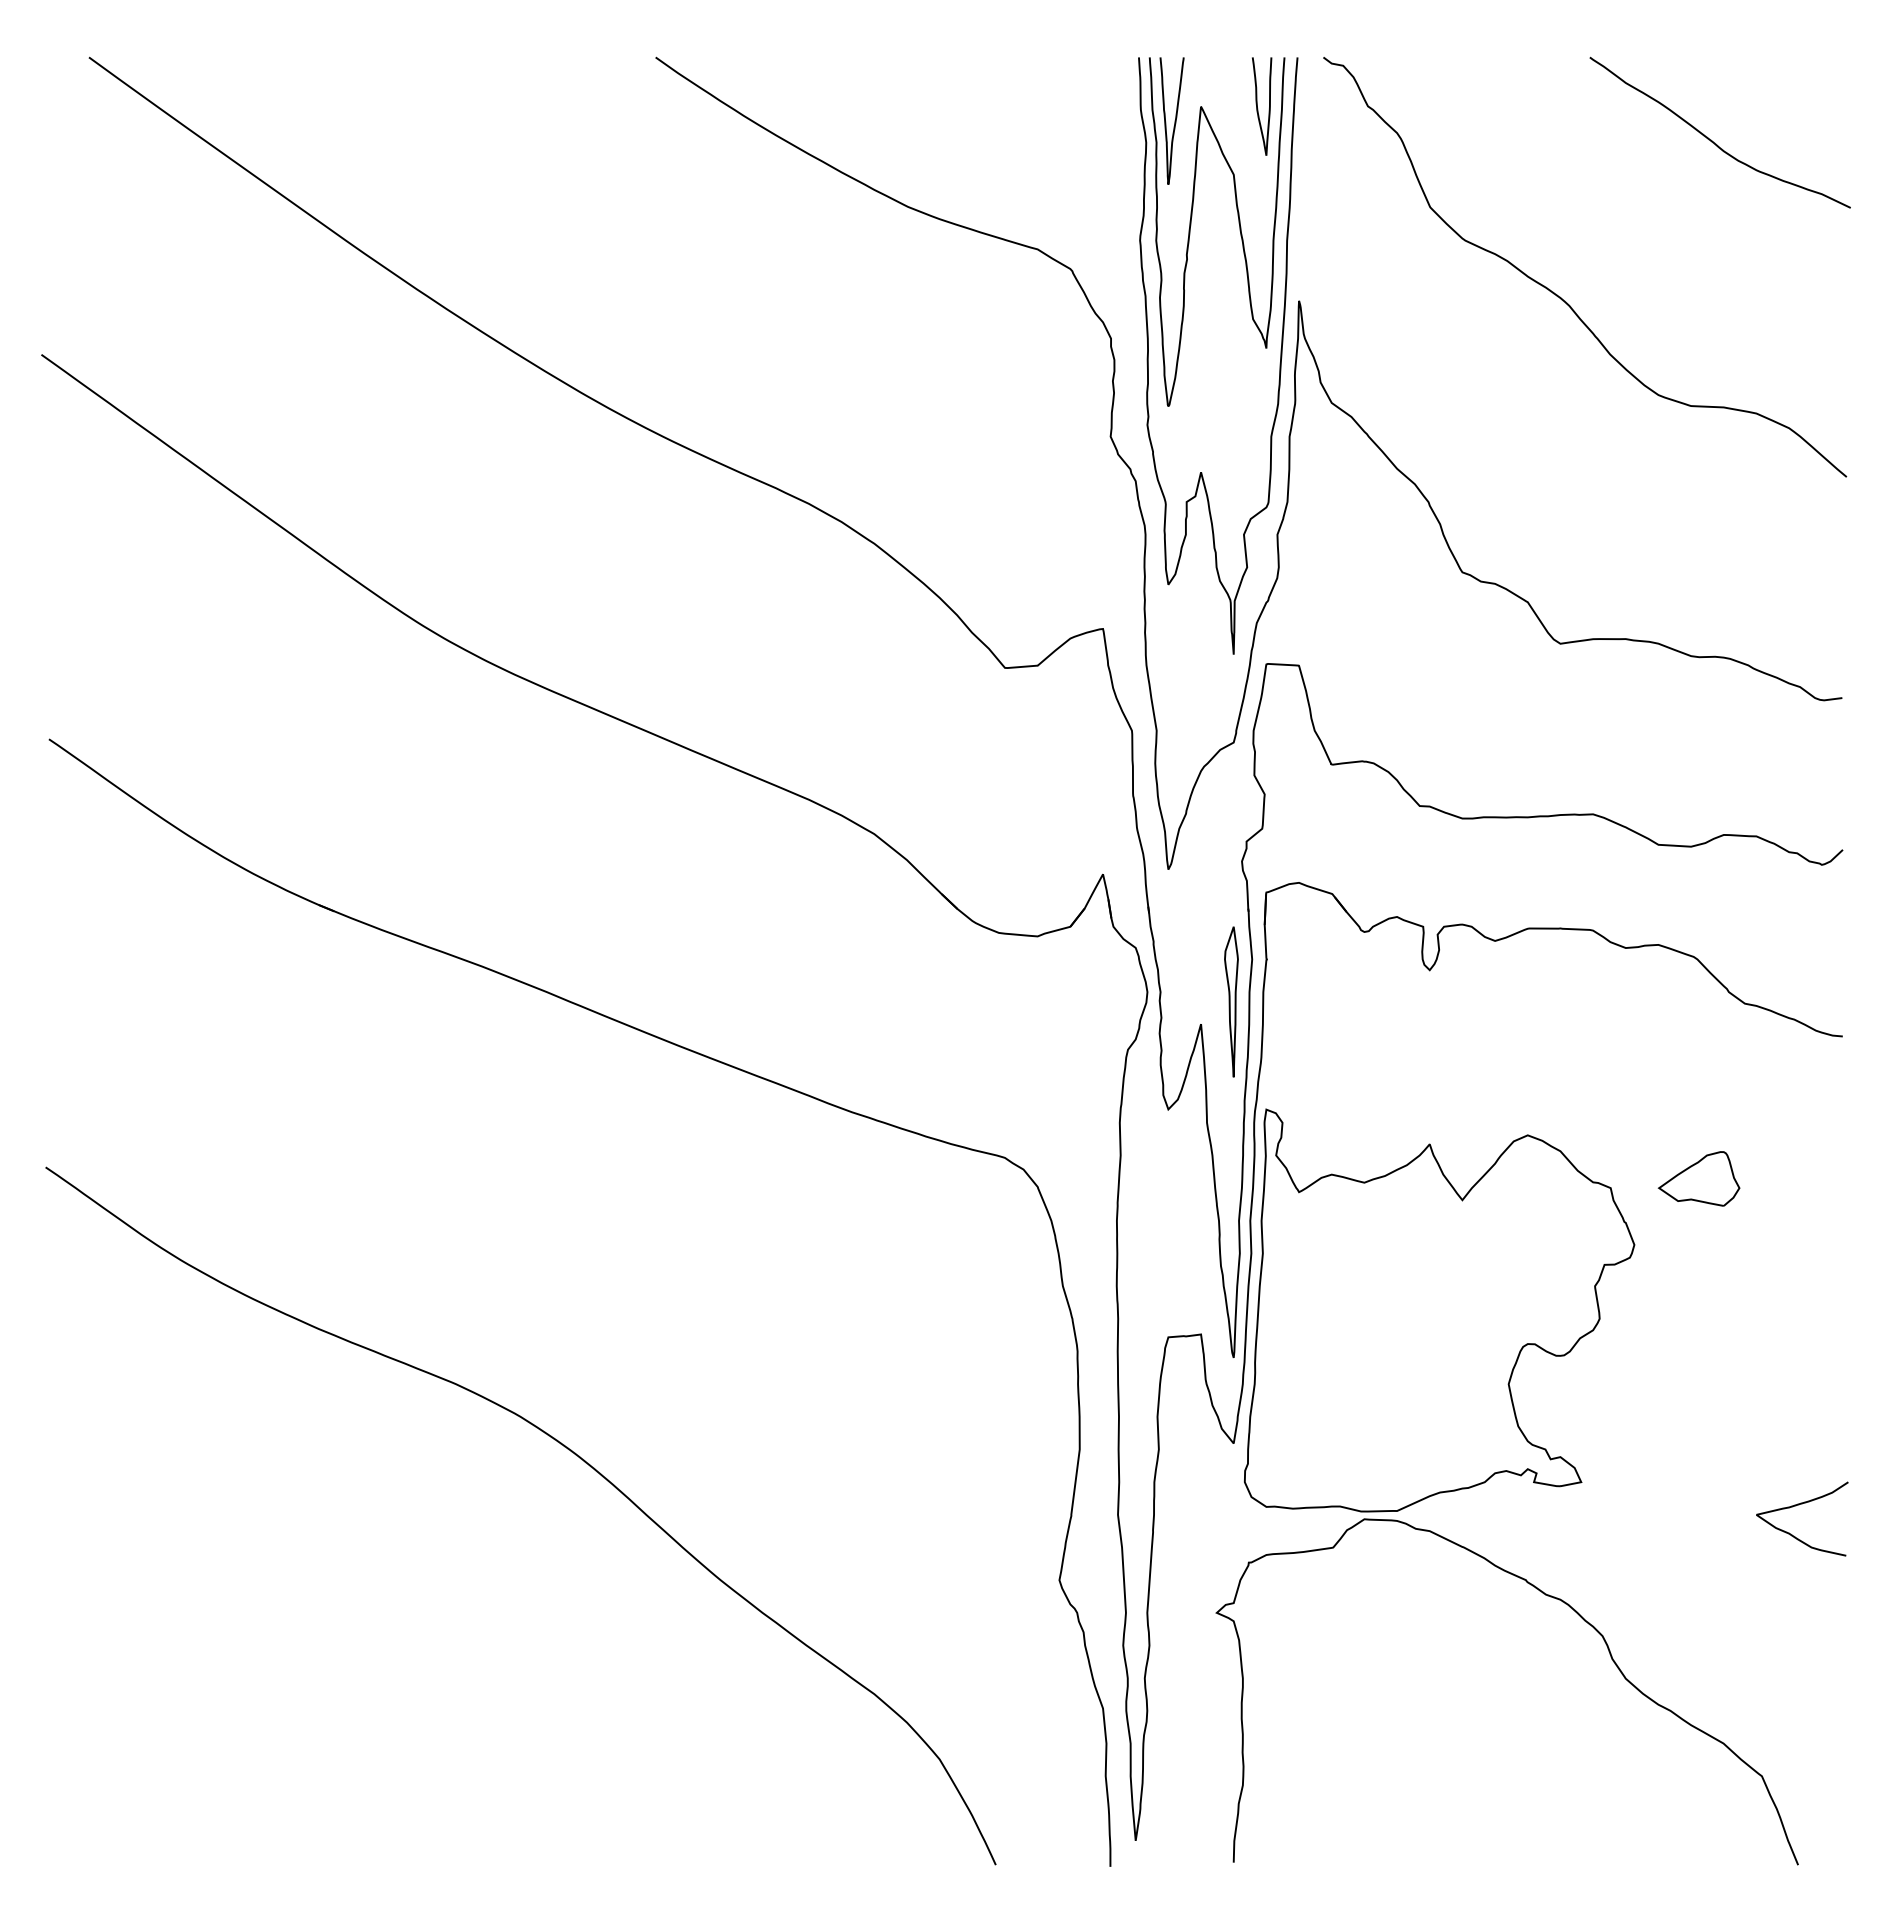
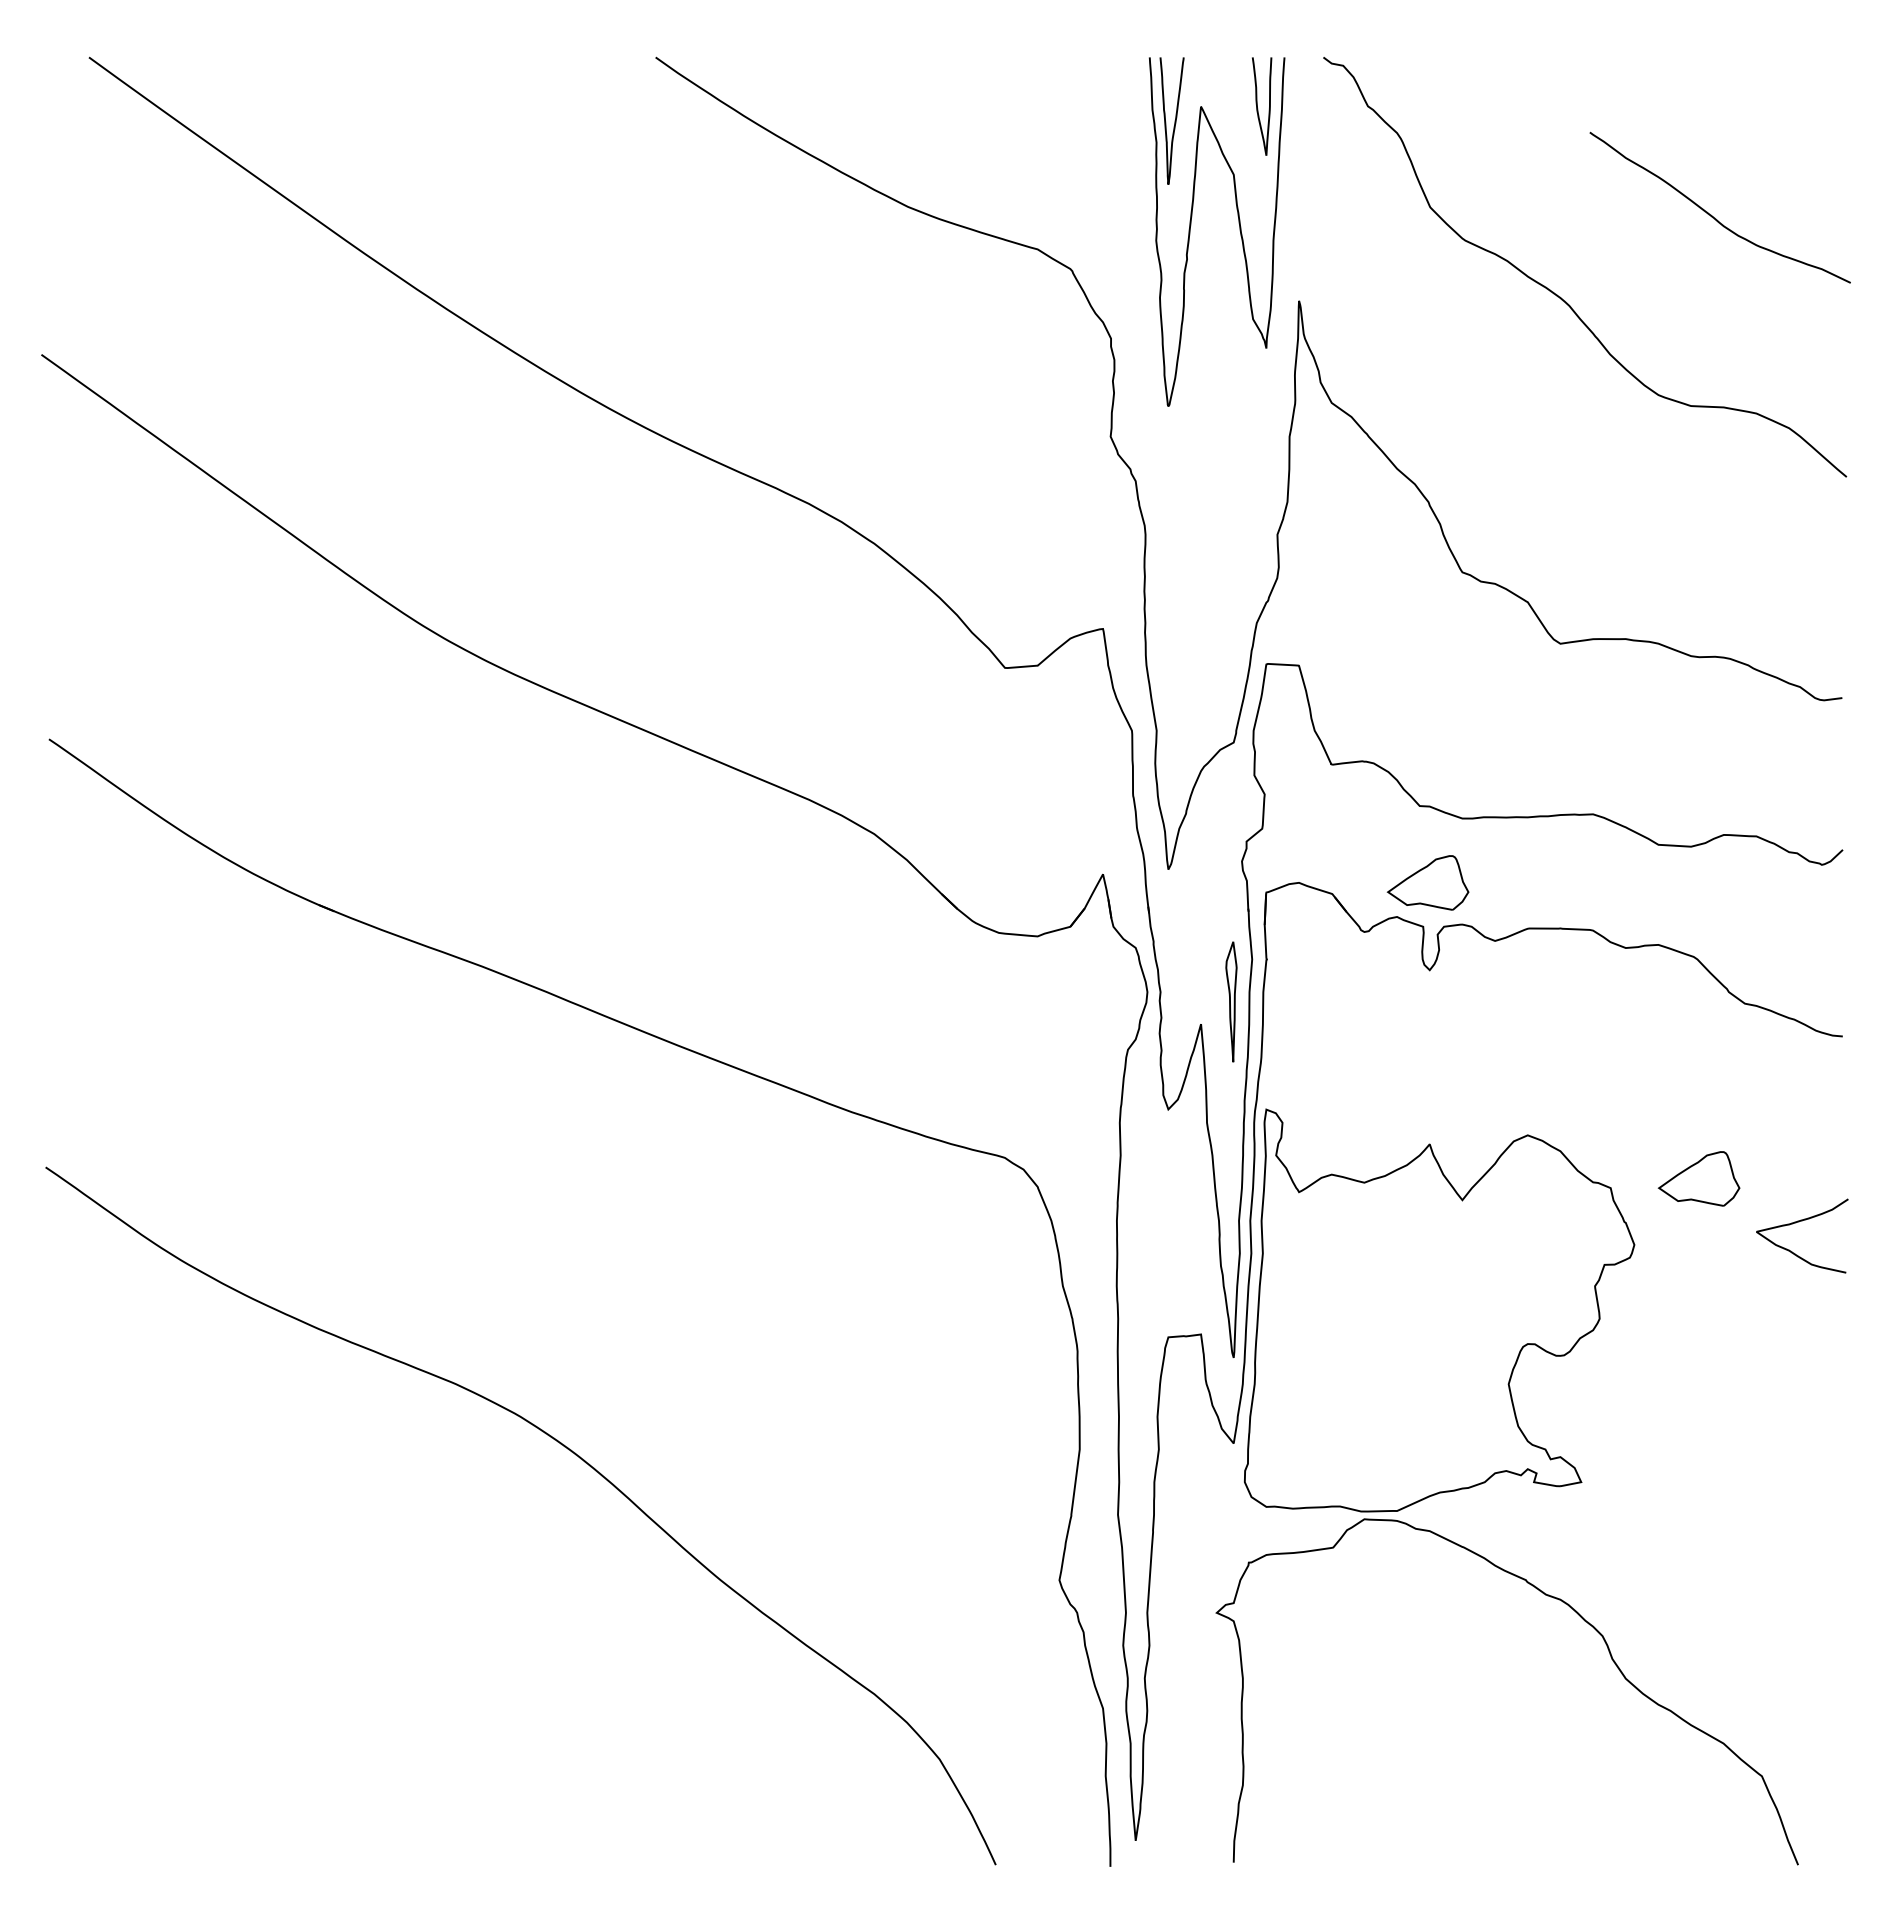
curve at (1711, 139) position: (1711, 139) -> (1711, 214)
curve at (1279, 363): present -> none
part at (1427, 882): none -> present
part at (1231, 1001) size: 15x152 px -> 13x122 px
curve at (1799, 1505) position: (1799, 1505) -> (1799, 1222)
